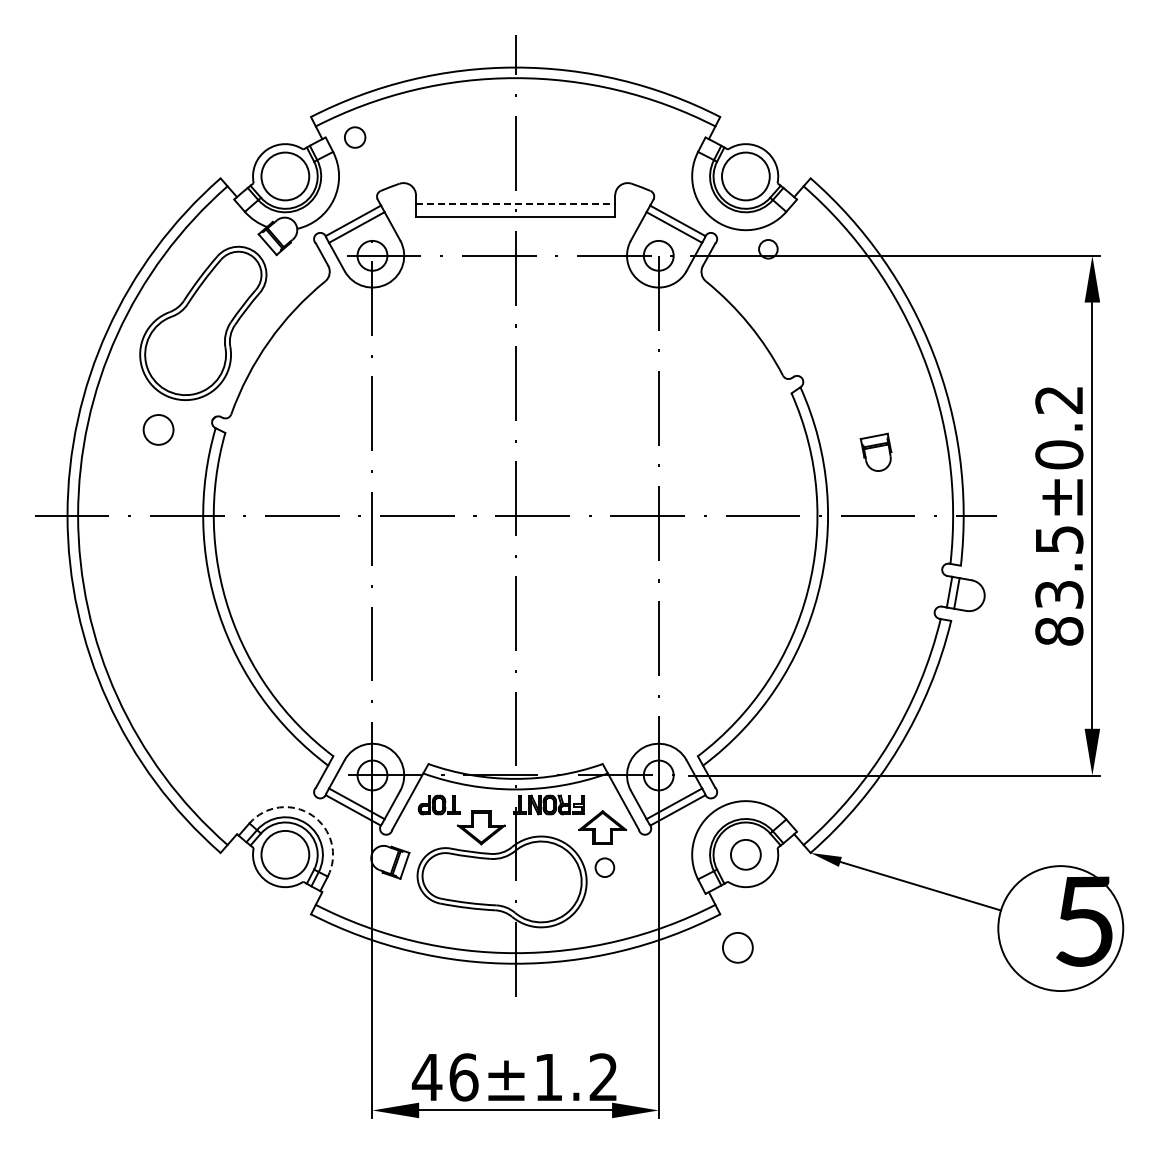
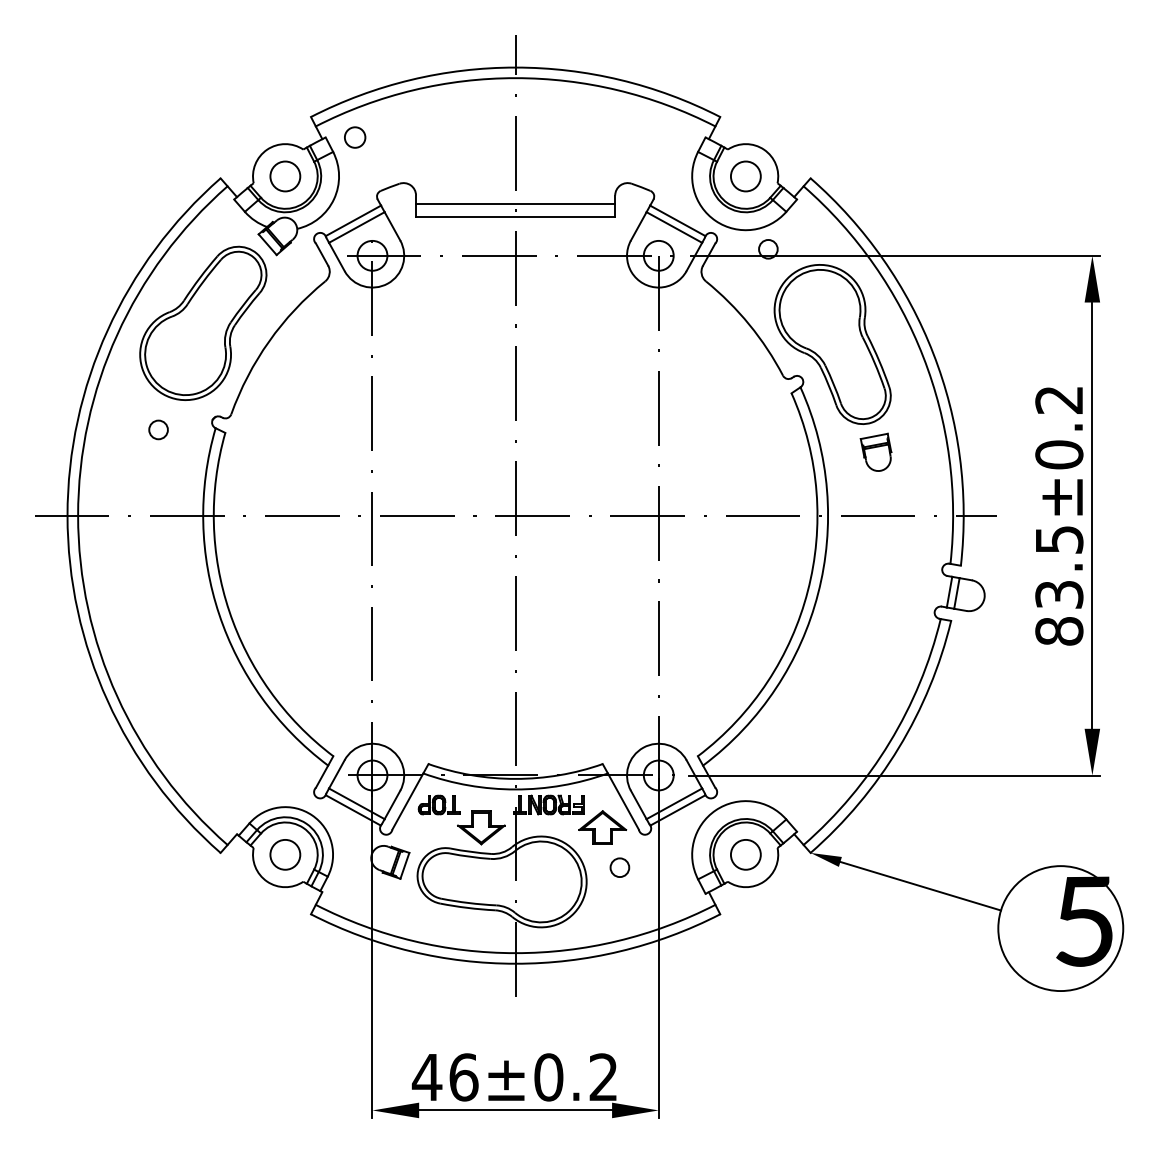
circle at (285, 176) diameter: 48 px -> 30 px
circle at (745, 176) diameter: 48 px -> 30 px
line at (515, 203): dashed -> solid
part at (832, 344): none -> present
circle at (158, 429) diameter: 30 px -> 19 px
arc at (312, 815): dashed -> solid
circle at (285, 854) diameter: 48 px -> 30 px
circle at (604, 867) position: (604, 867) -> (619, 867)
circle at (737, 947): present -> none
text at (548, 1077): 46±1.2 -> 46±0.2
